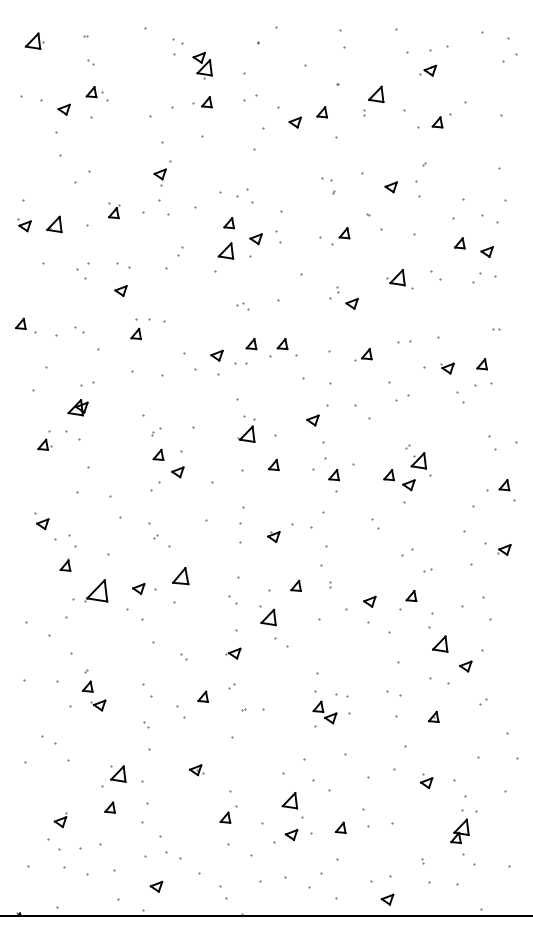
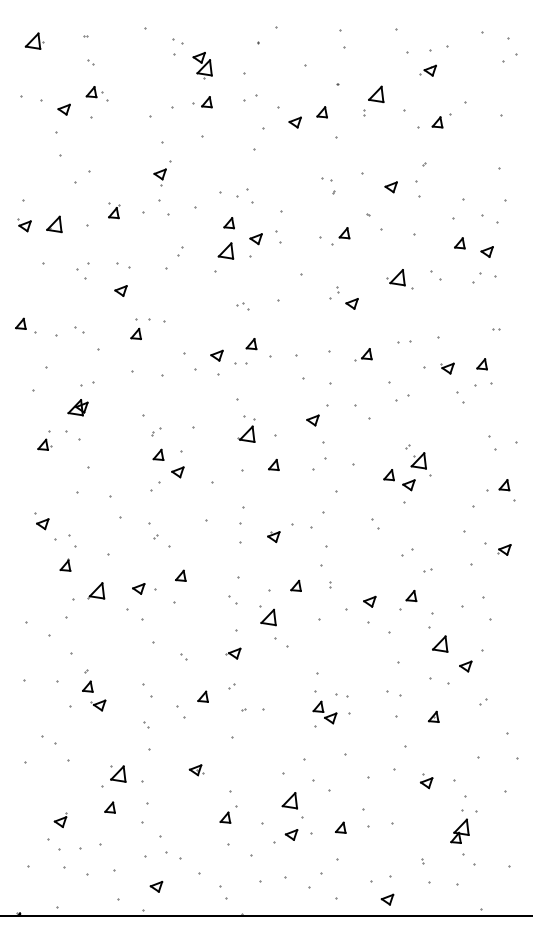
part at (282, 344): present -> none
part at (333, 475): present -> none
part at (180, 576) size: 18x19 px -> 12x13 px
part at (96, 590) size: 25x24 px -> 19x18 px
